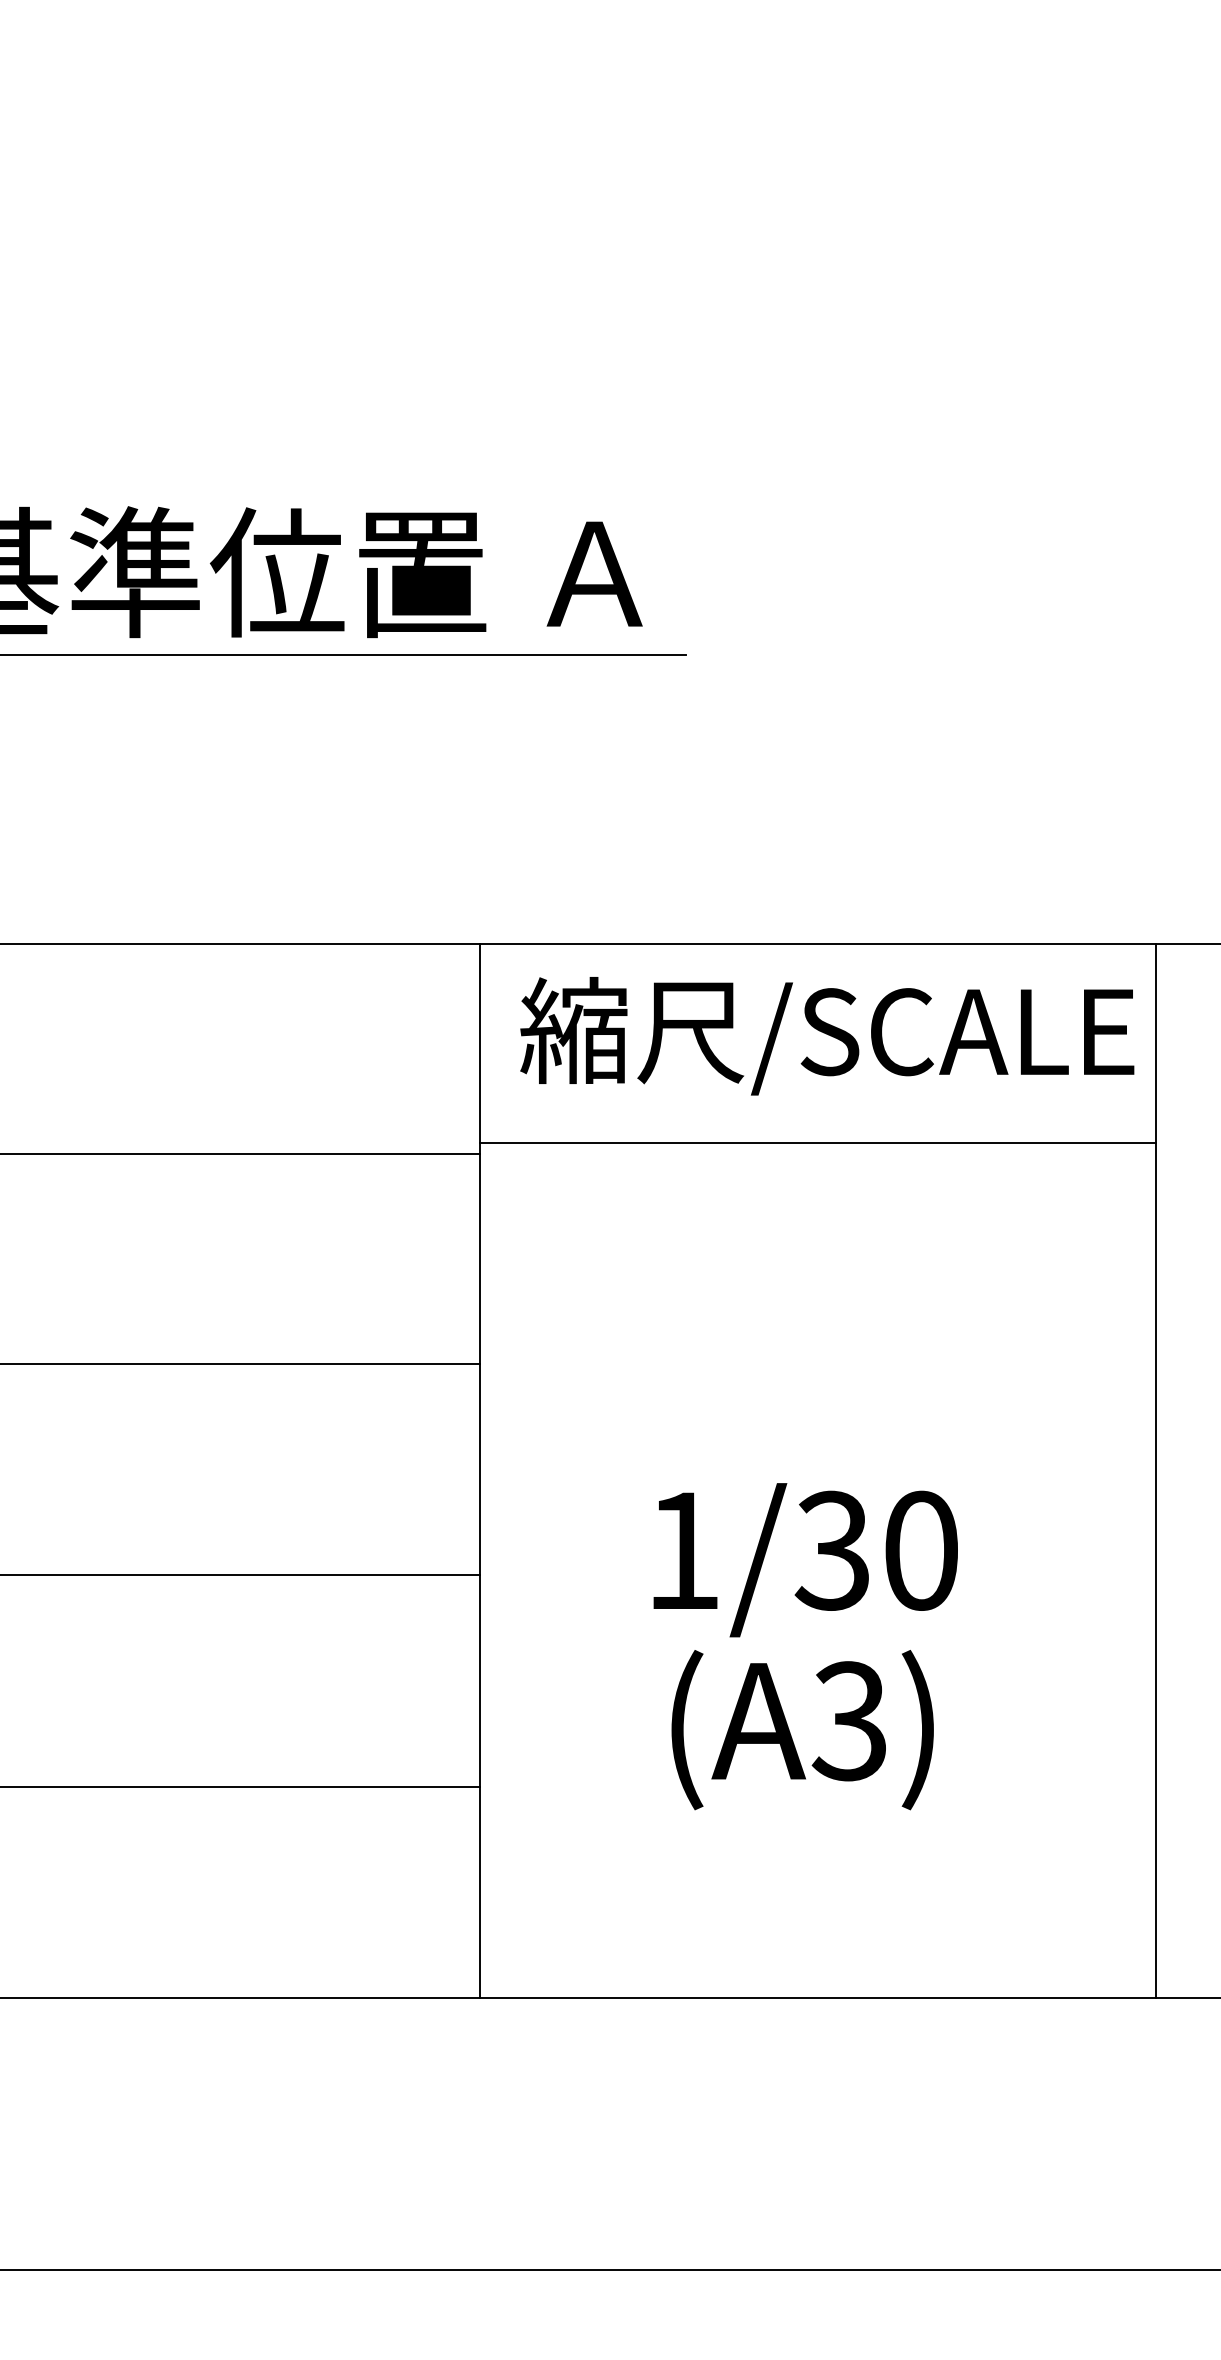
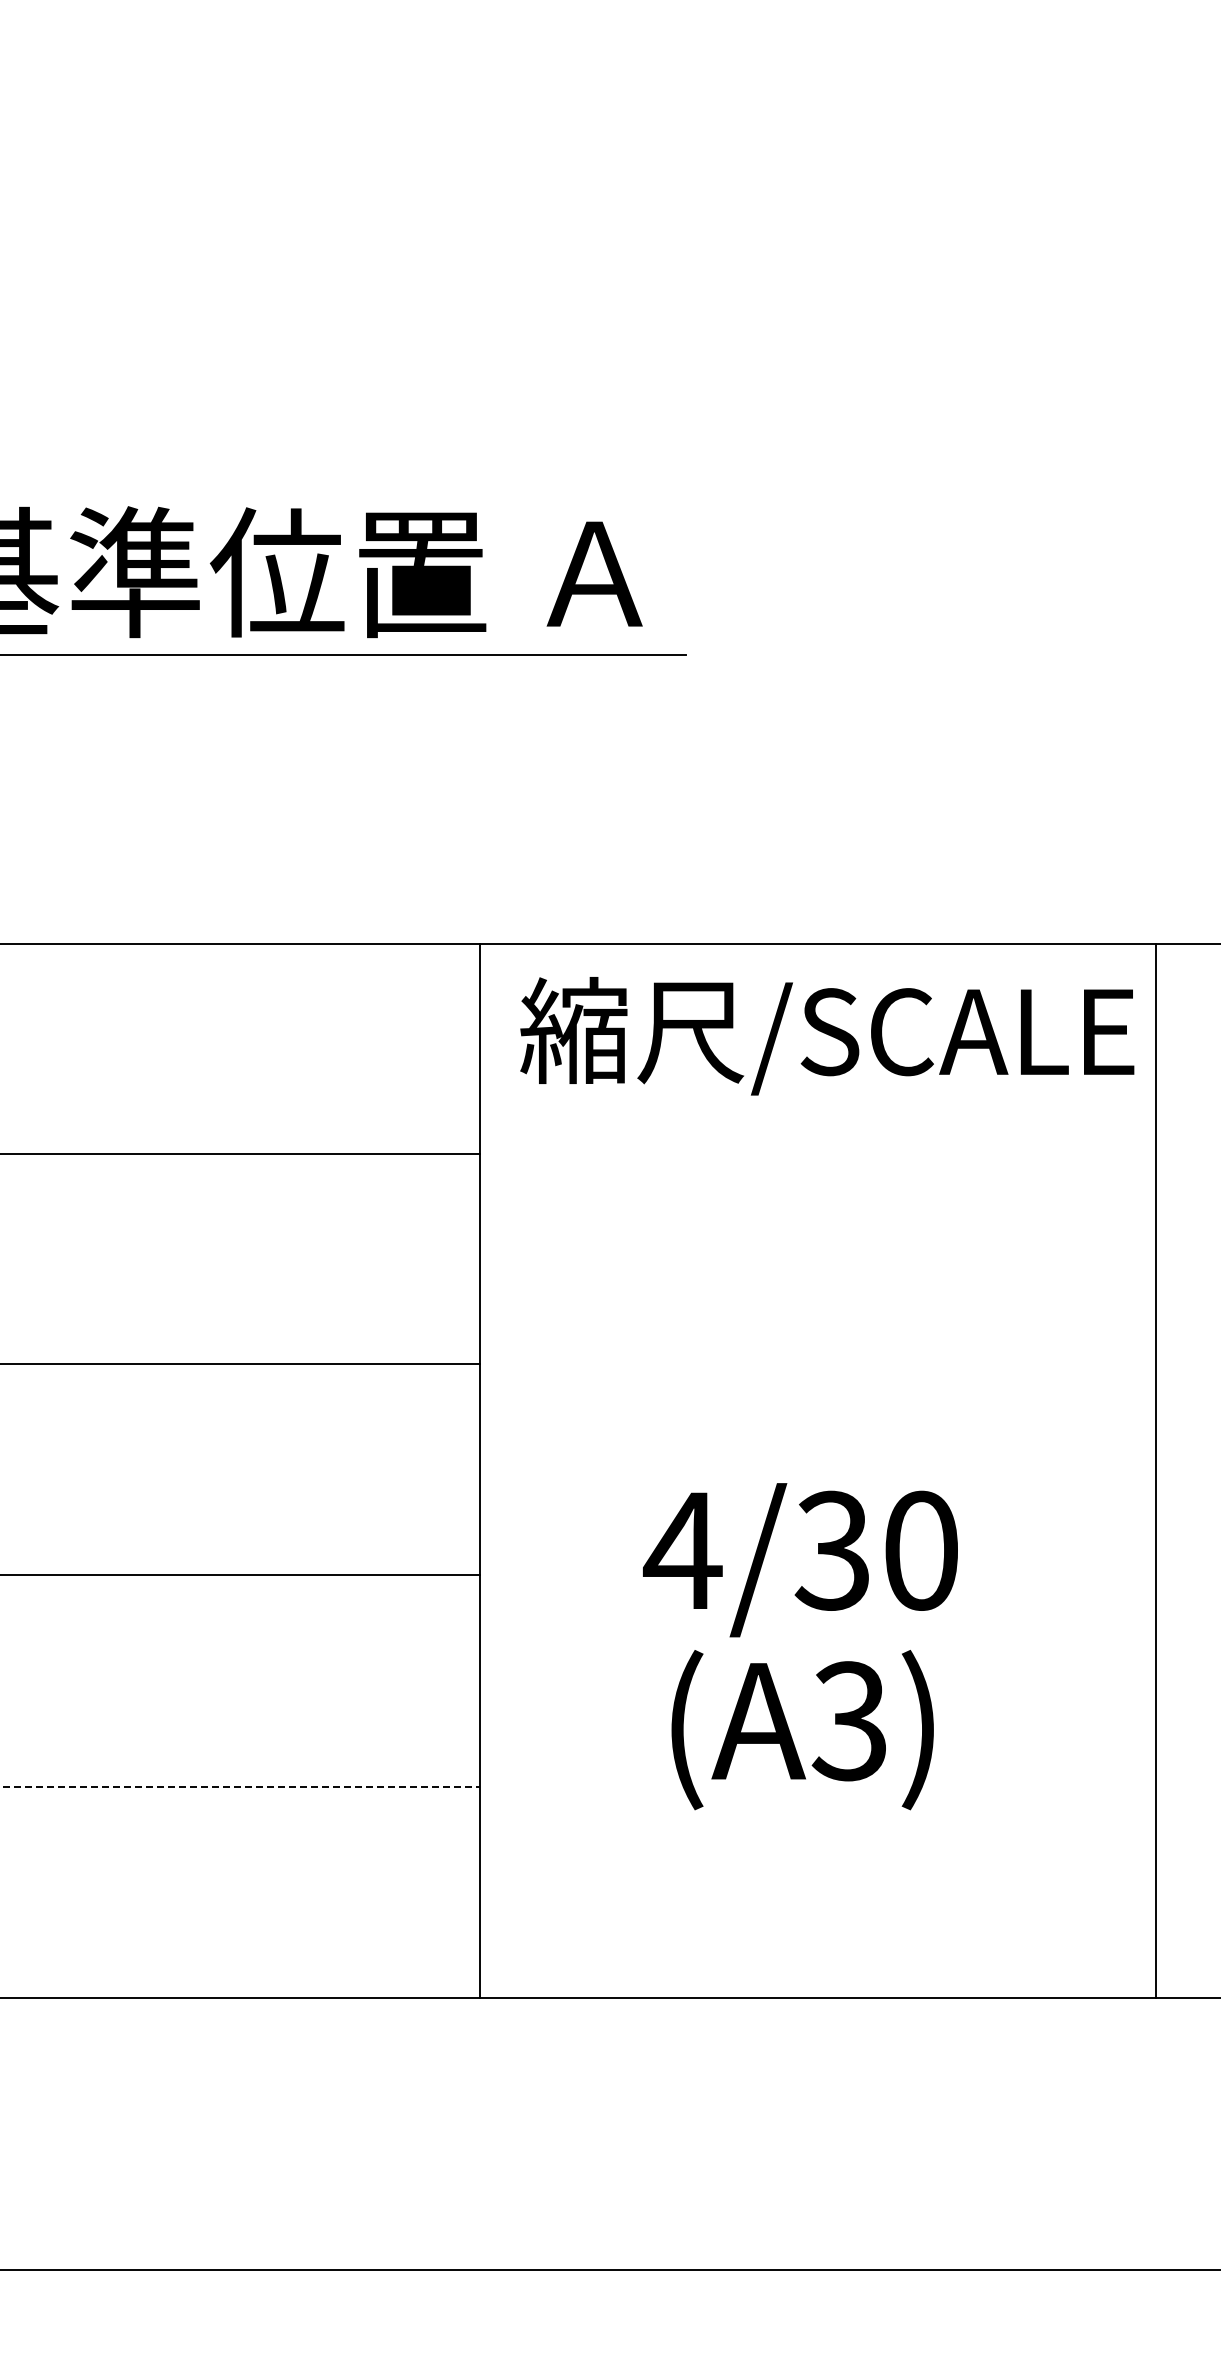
line at (817, 1142): present -> none
text at (682, 1550): 1/30 -> 4/30
line at (240, 1786): solid -> dashed
